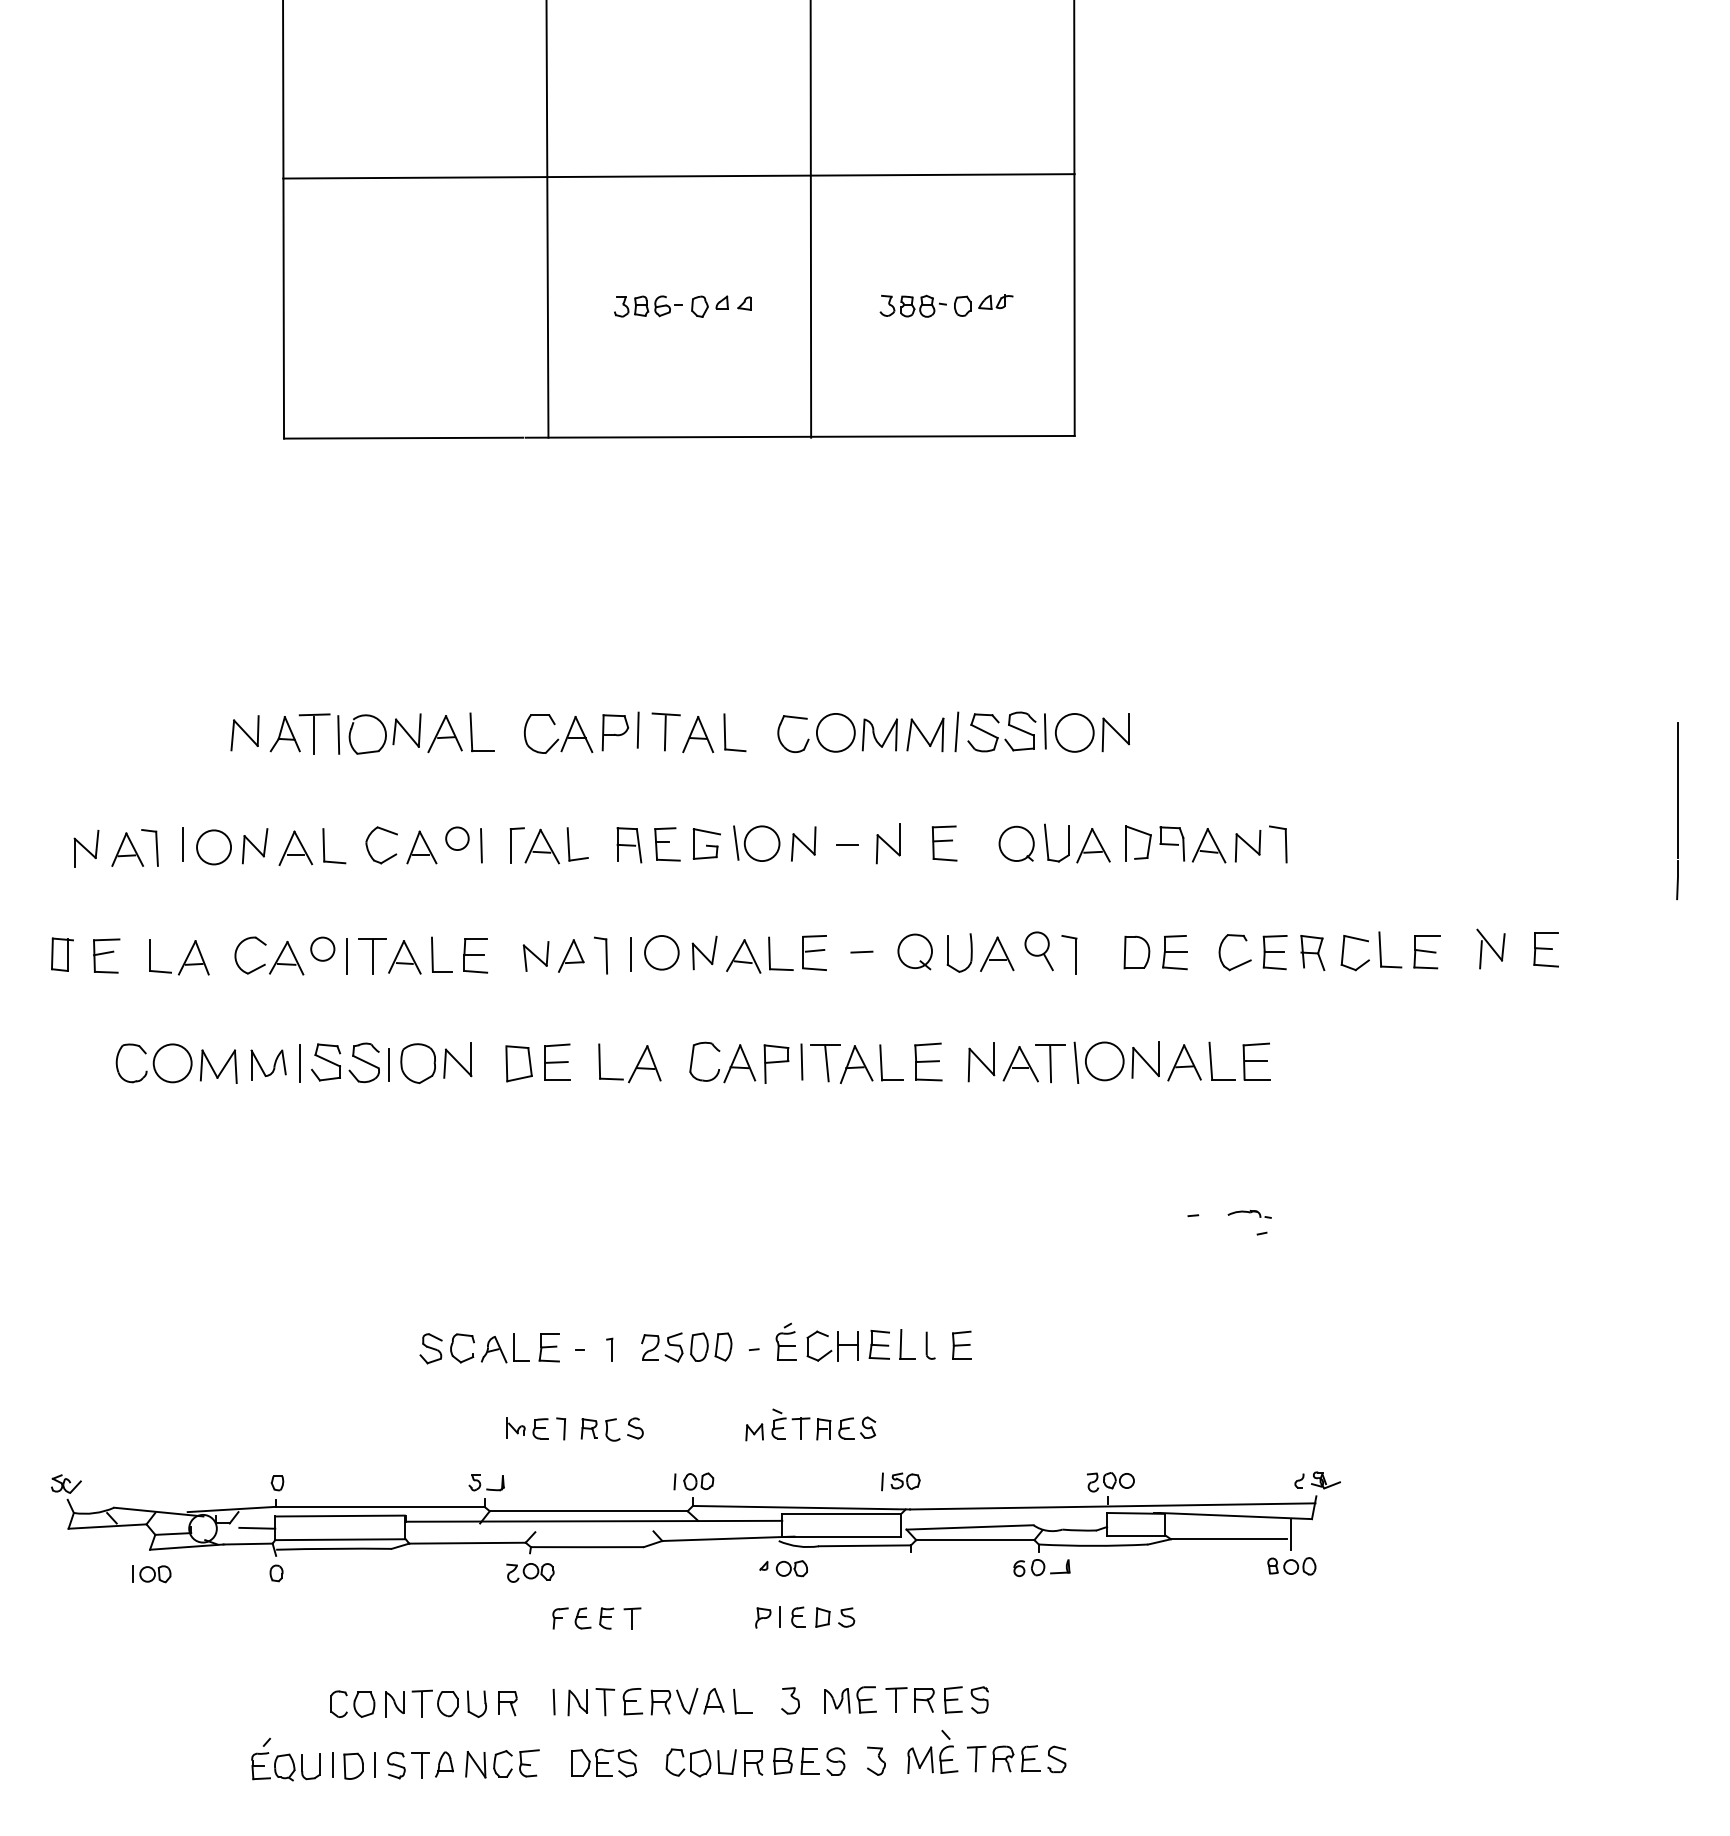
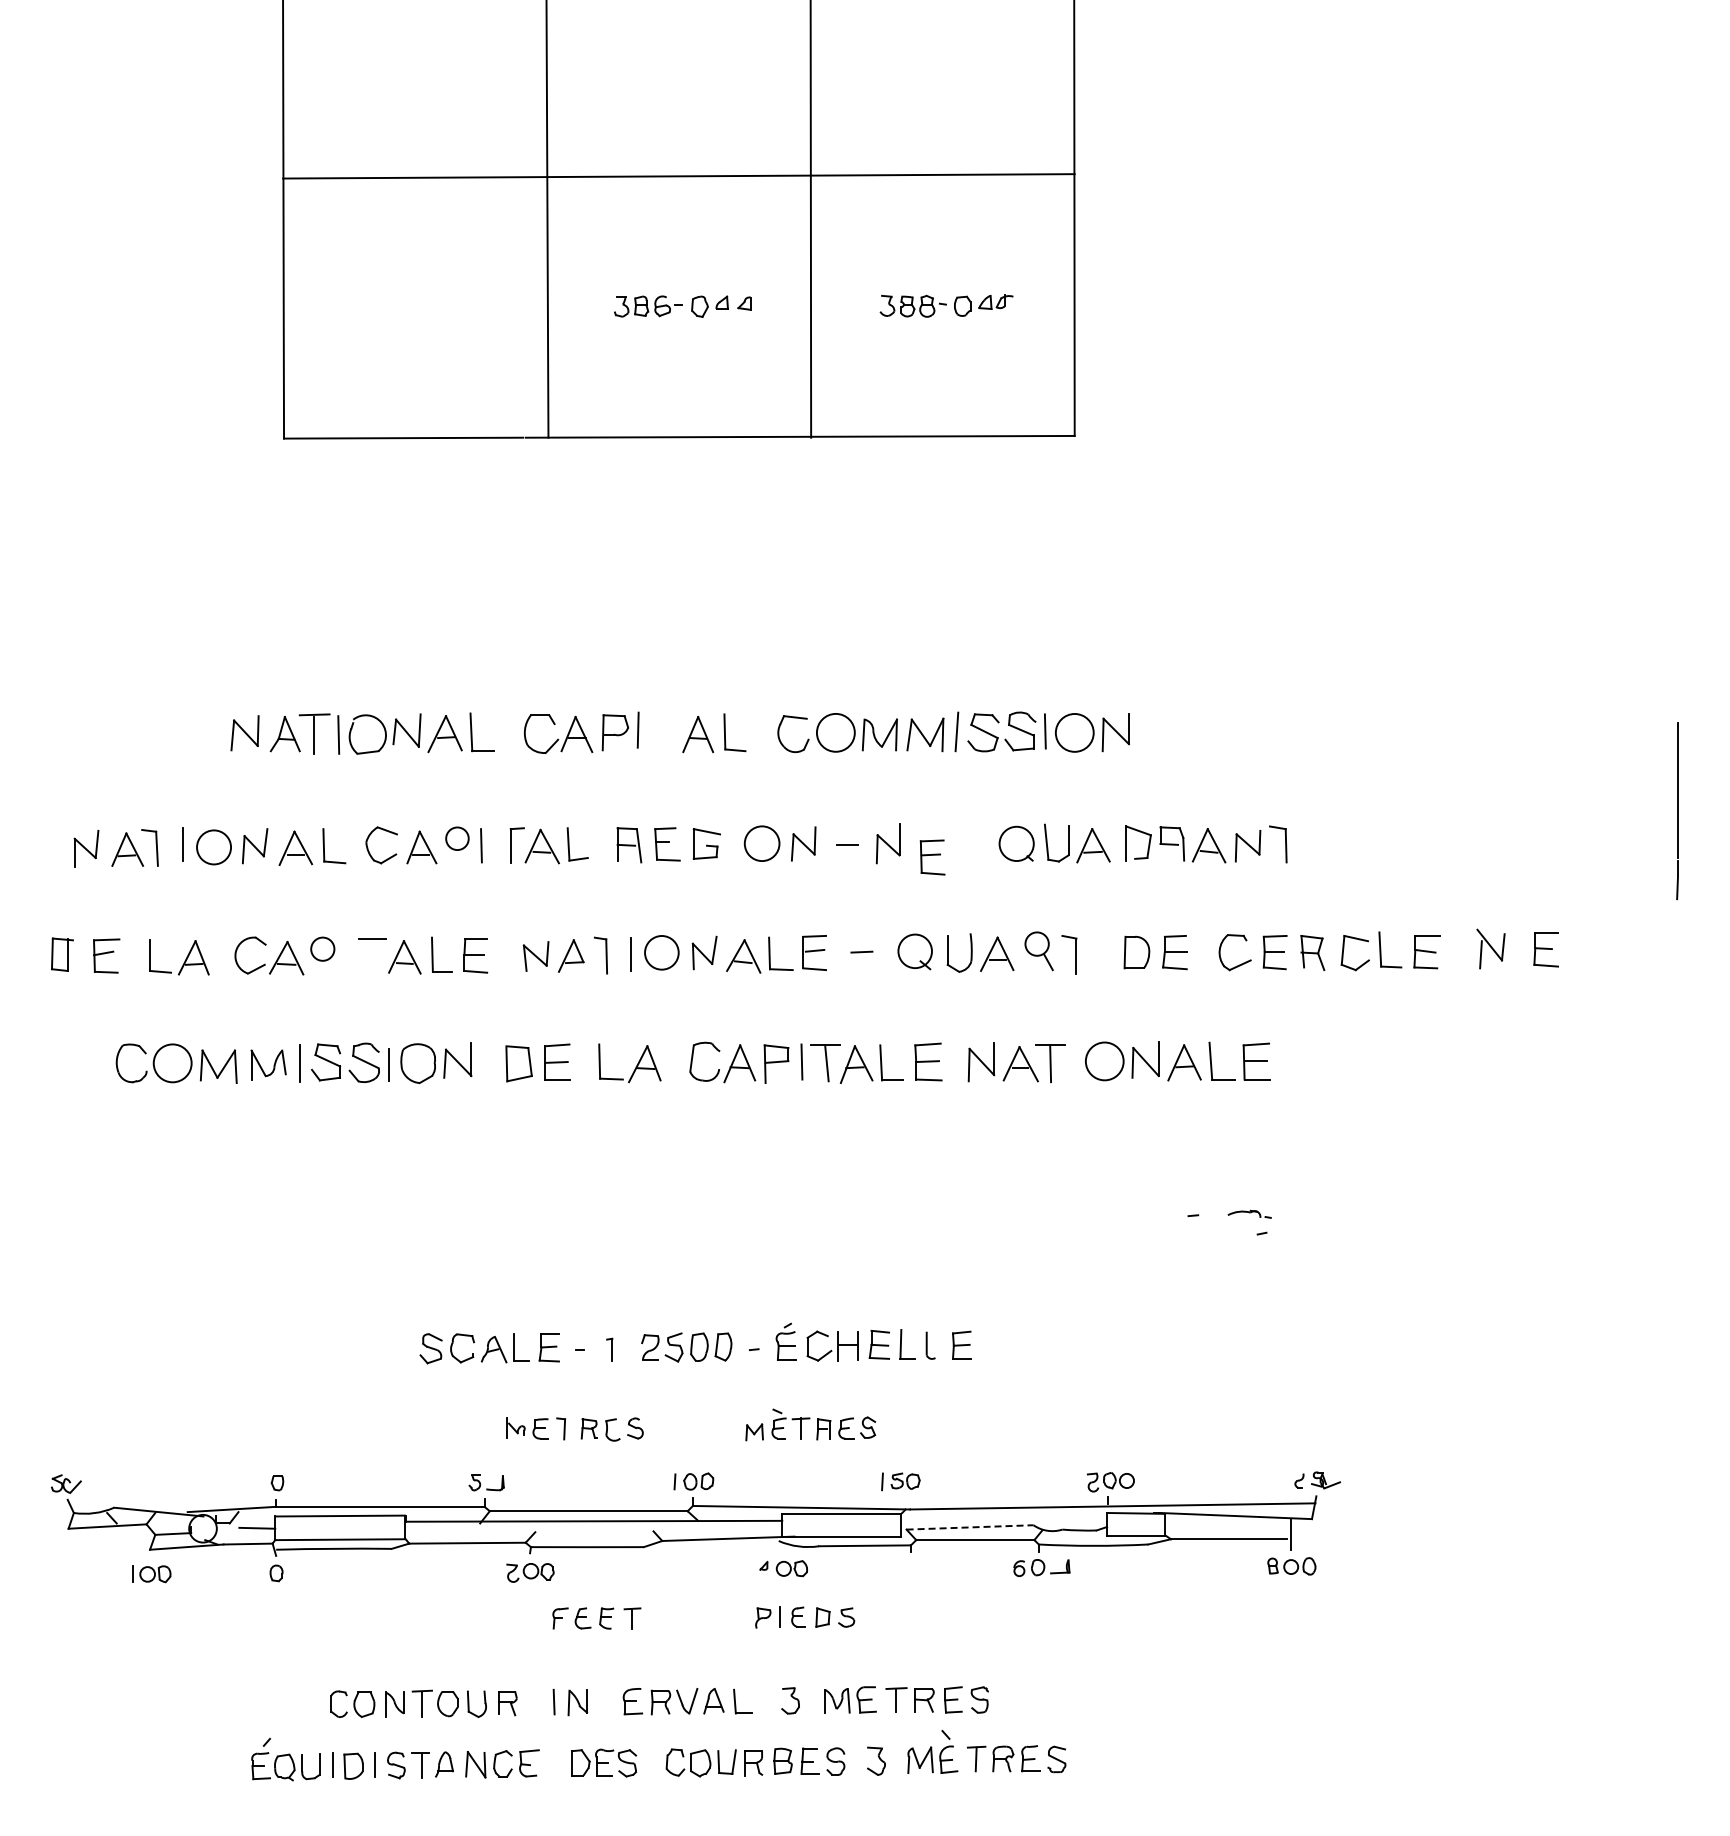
part at (665, 731): present -> none
line at (736, 842): present -> none
part at (944, 843) position: (944, 843) -> (932, 857)
line at (347, 955): present -> none
line at (373, 956): present -> none
line at (1076, 1062): present -> none
line at (970, 1527): solid -> dashed
part at (604, 1702): present -> none
